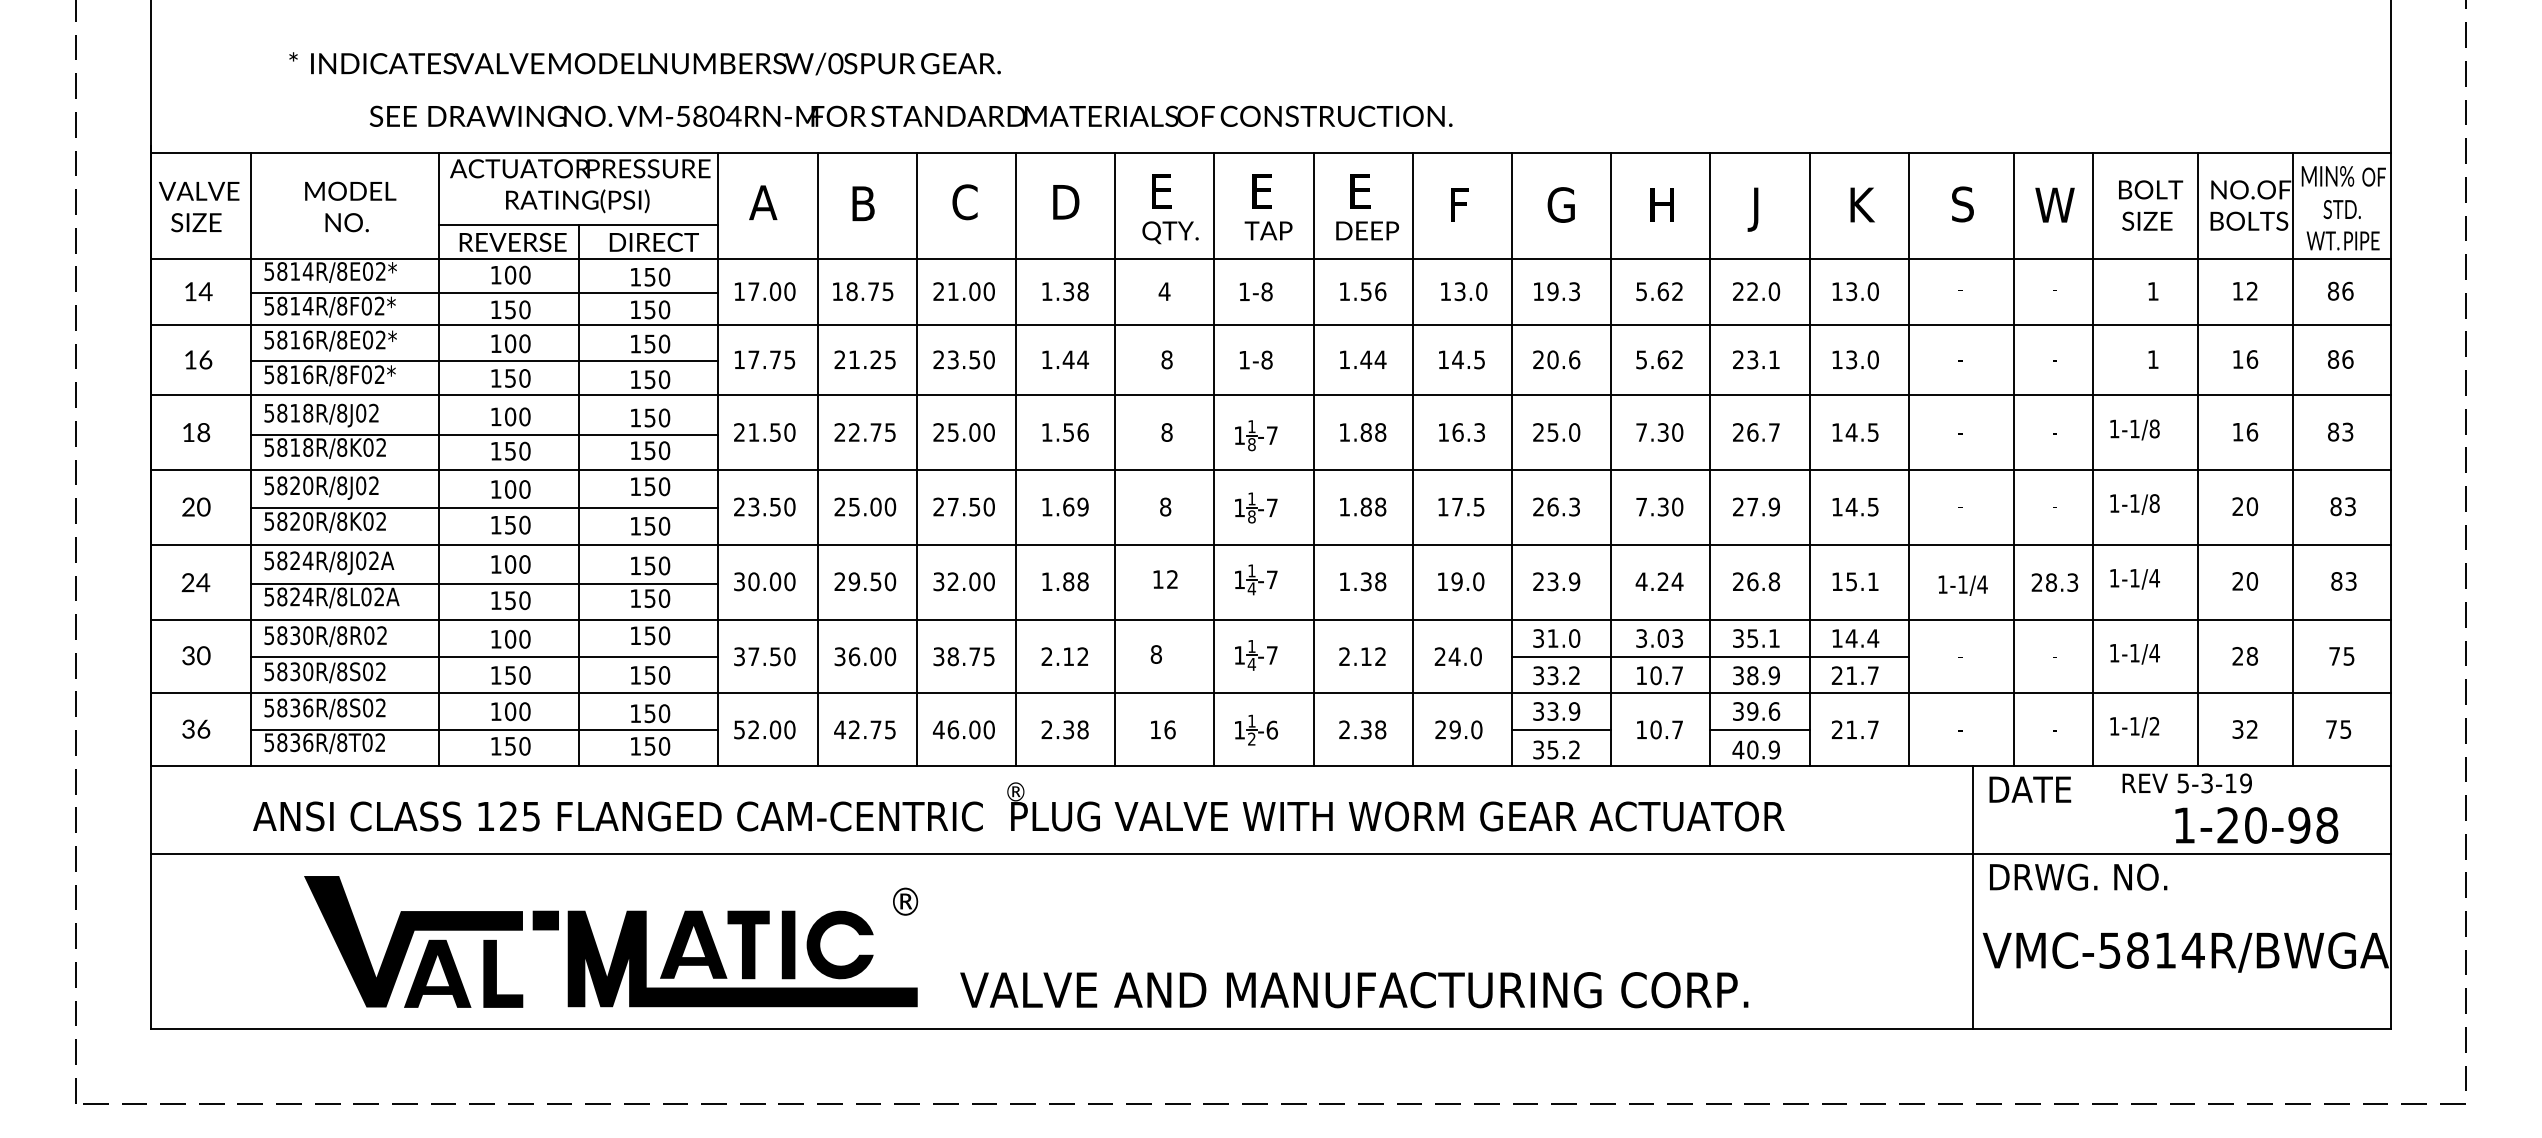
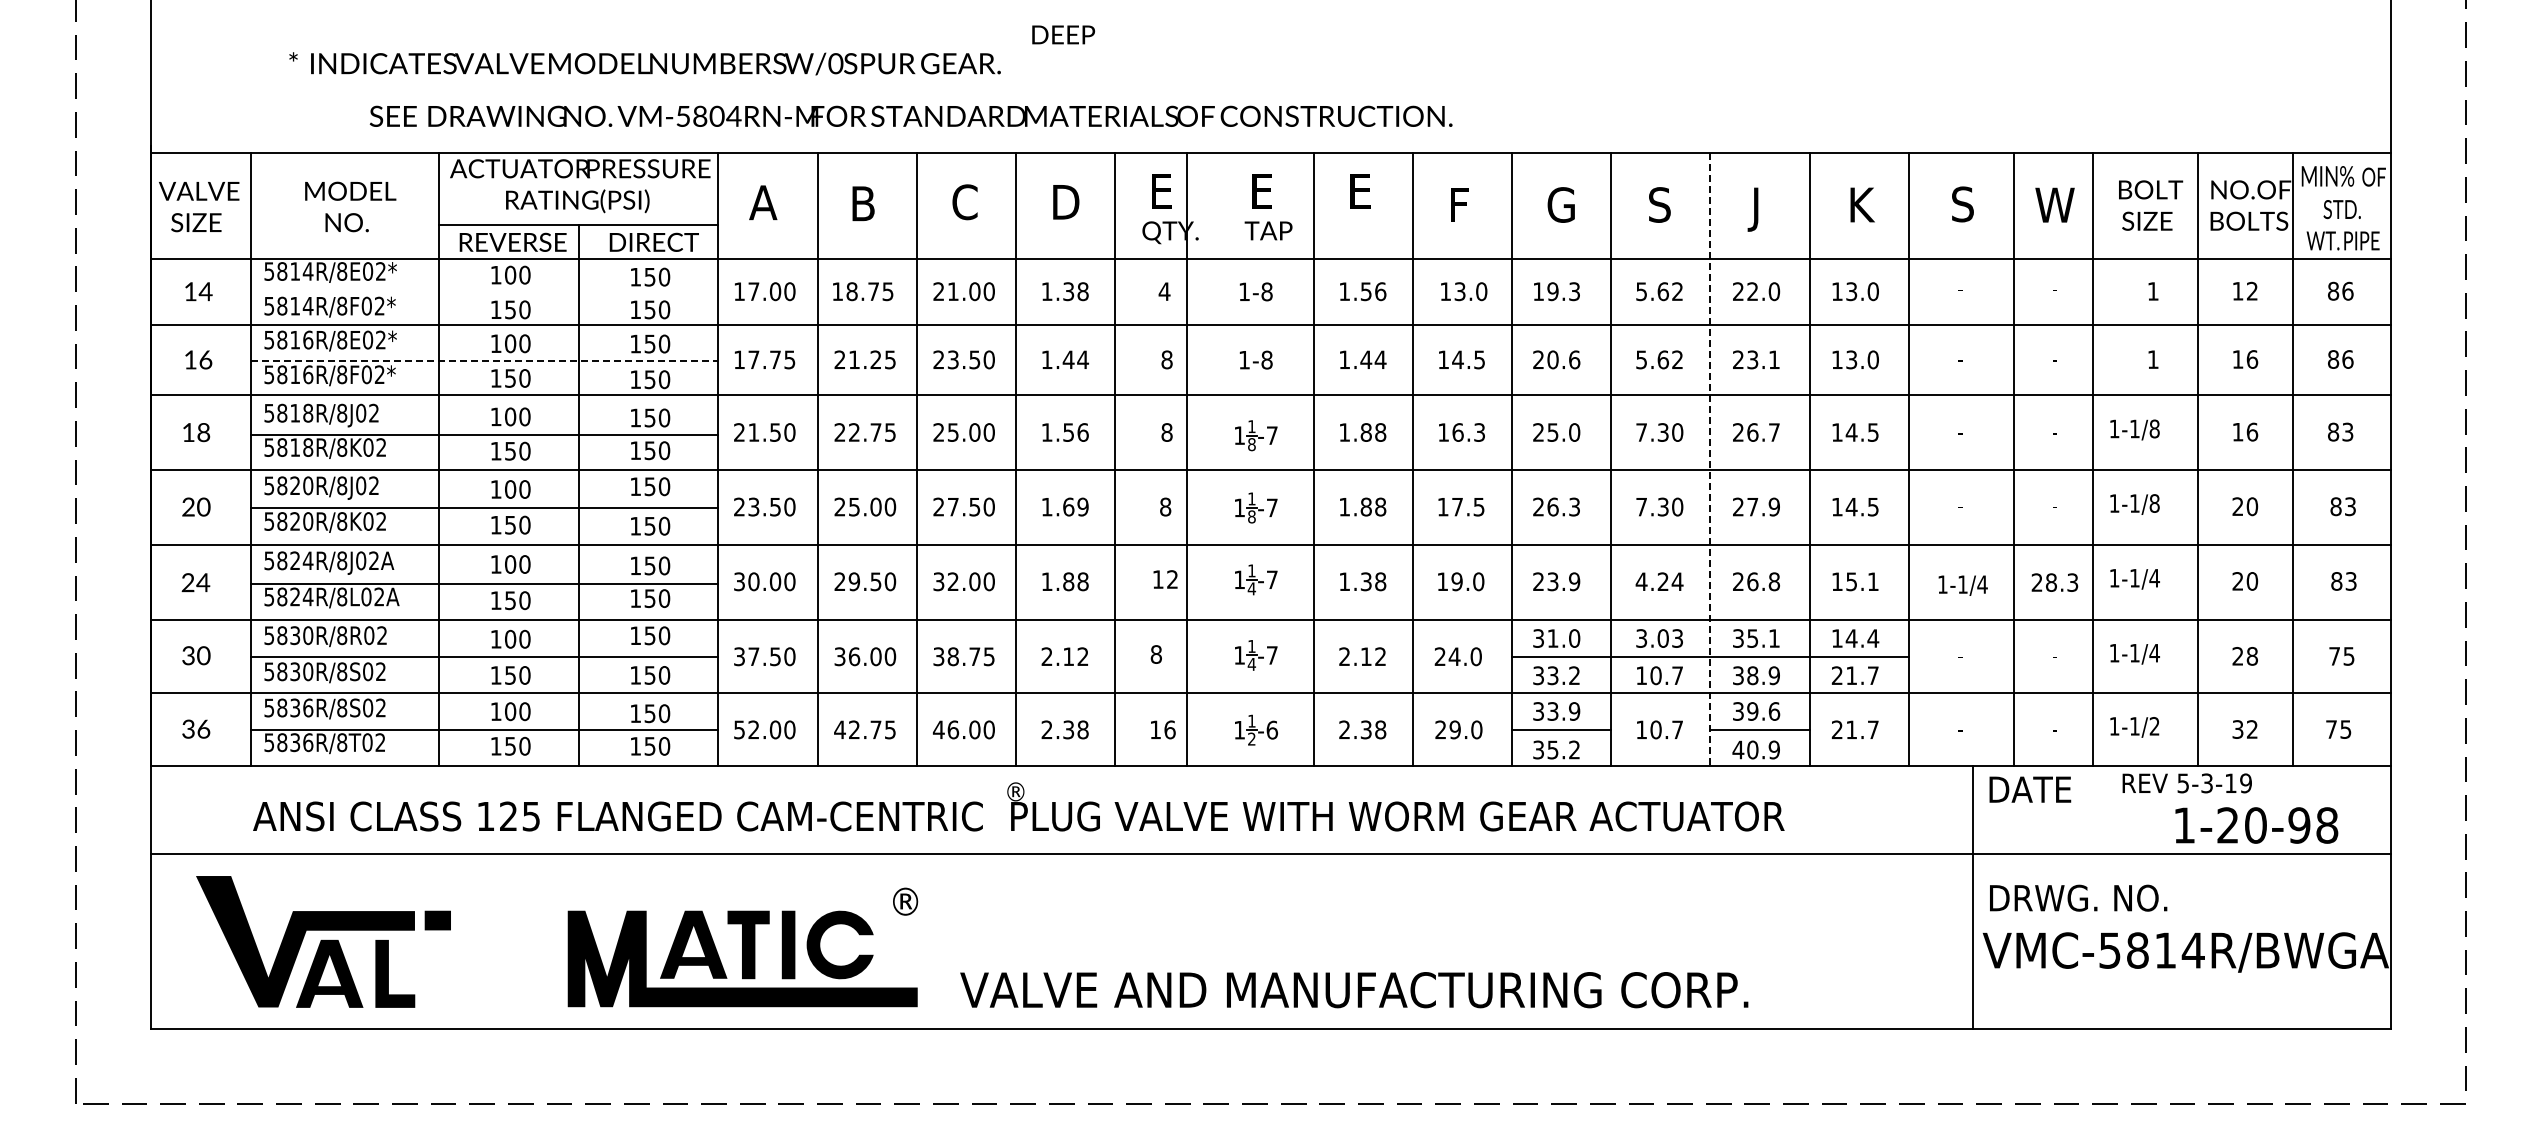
text at (1661, 204): H -> S
text at (1367, 230) position: (1367, 230) -> (1063, 34)
line at (484, 292): present -> none
line at (485, 361): solid -> dashed
line at (1214, 459) position: (1214, 459) -> (1187, 459)
line at (1710, 460): solid -> dashed
text at (2078, 876) position: (2078, 876) -> (2078, 897)
part at (431, 941) position: (431, 941) -> (323, 941)
